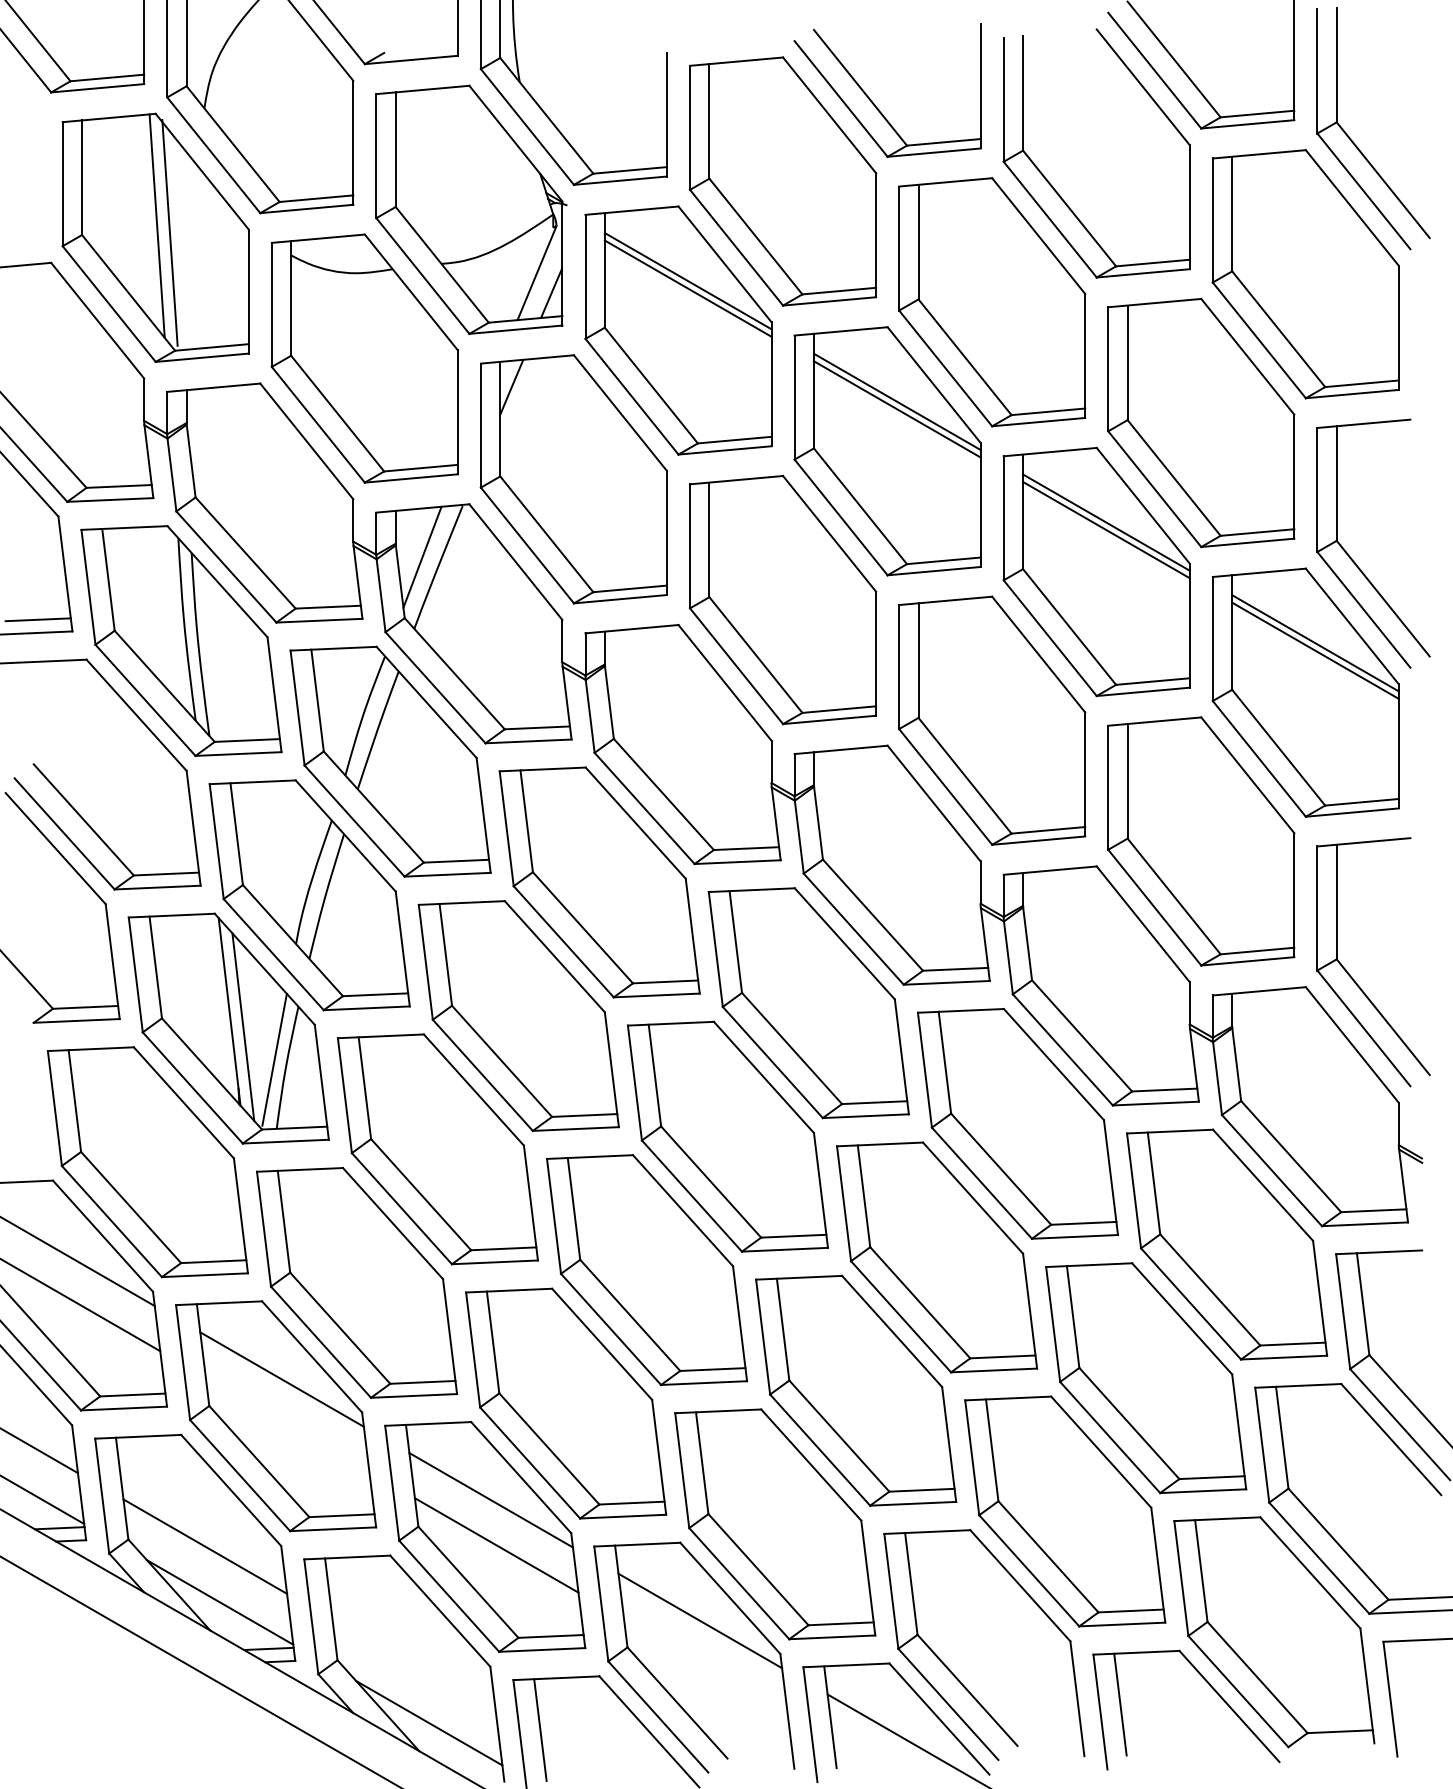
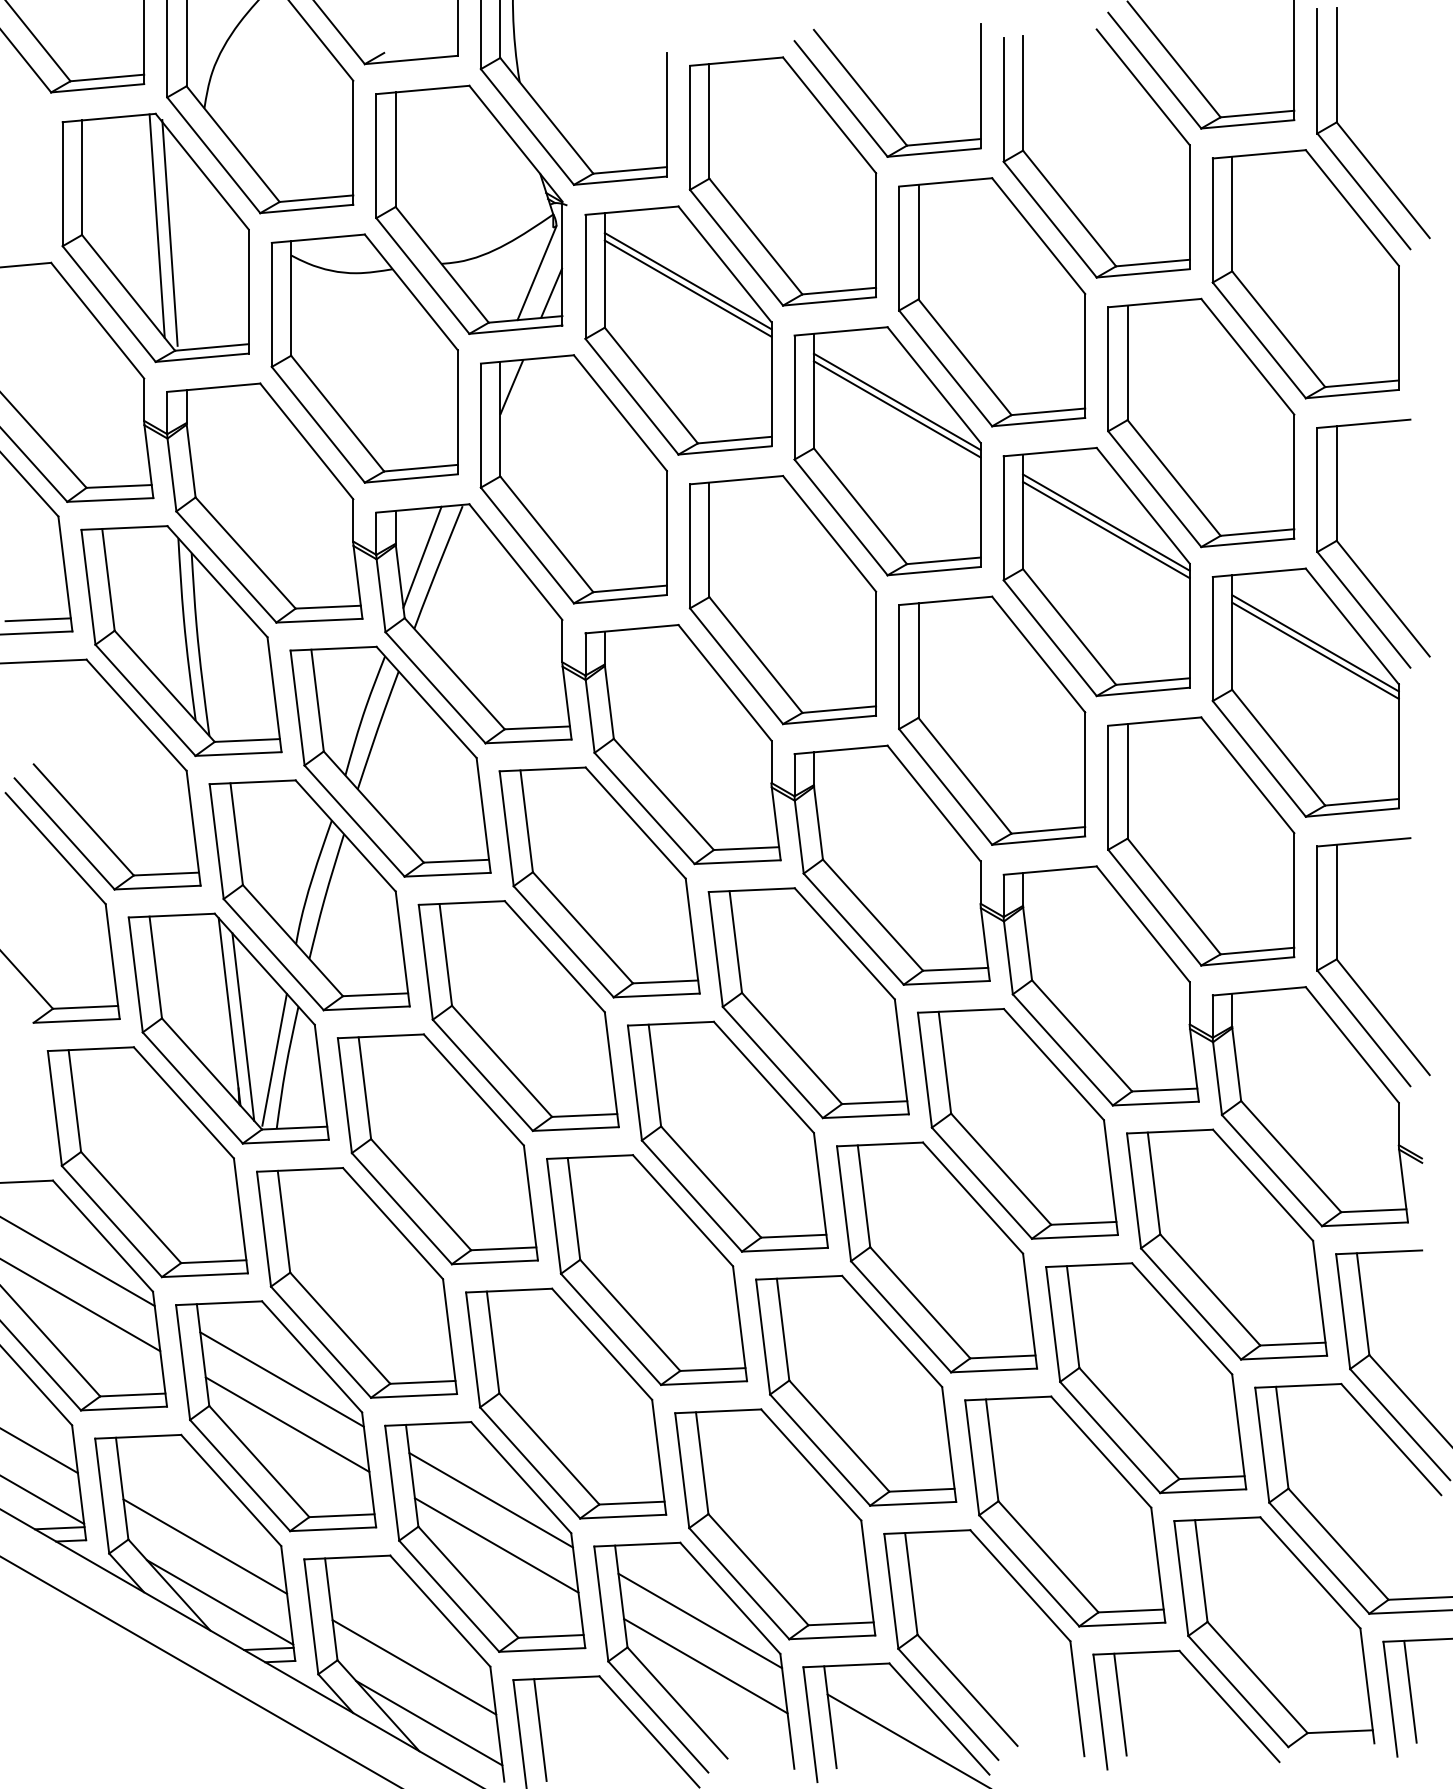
line at (287, 1424): none -> present
line at (705, 1665): none -> present
line at (414, 1667): none -> present
line at (1410, 1691): none -> present
